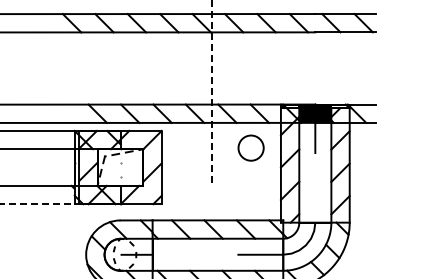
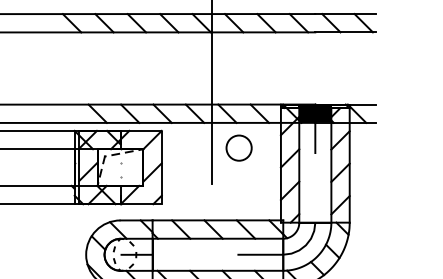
line at (212, 92): dashed -> solid
circle at (250, 147) position: (250, 147) -> (238, 147)
line at (37, 204): dashed -> solid
